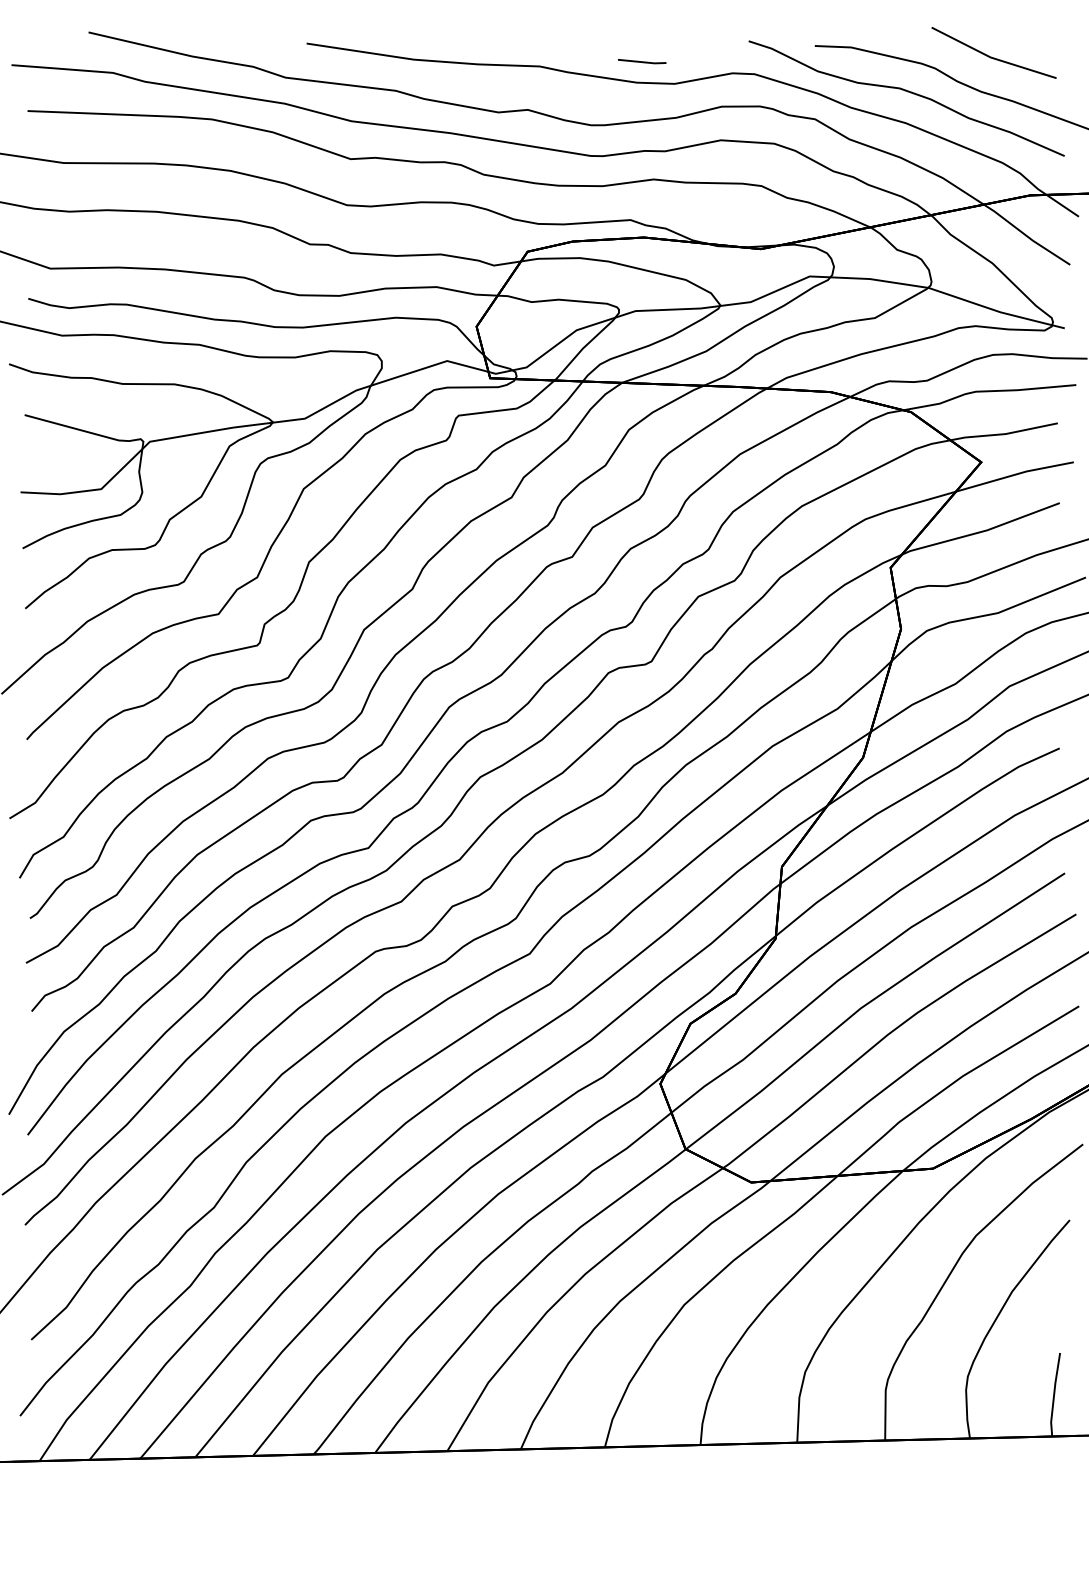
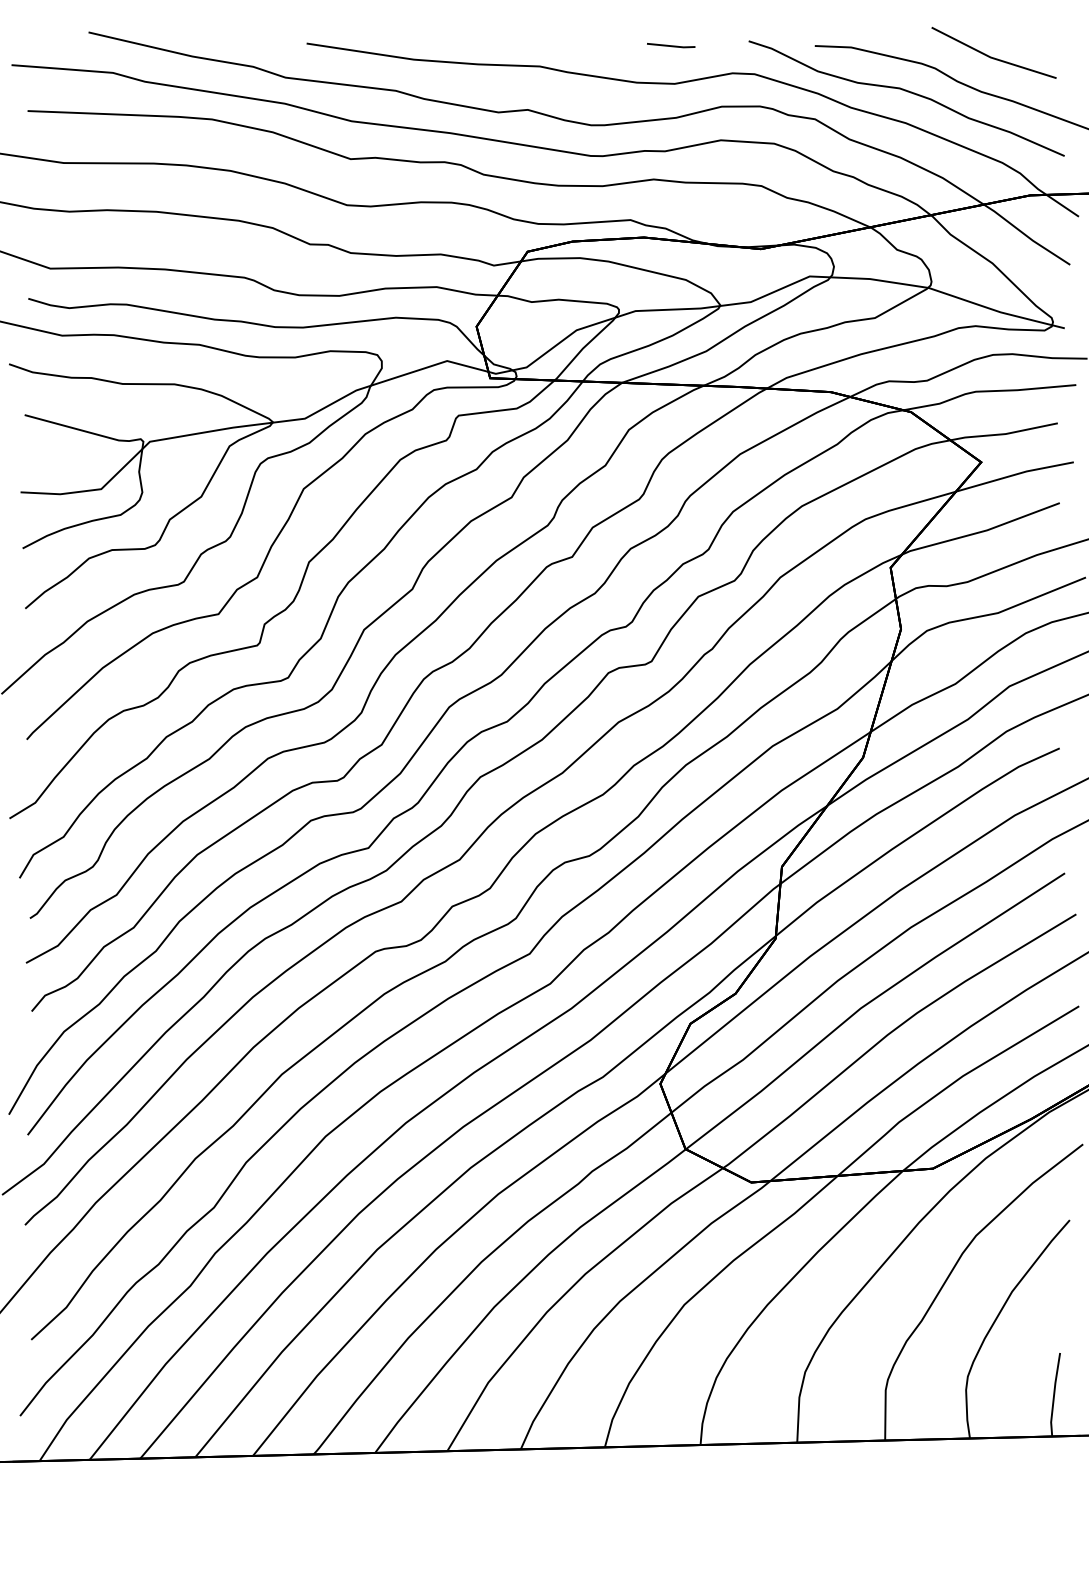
line at (642, 61) position: (642, 61) -> (671, 45)
